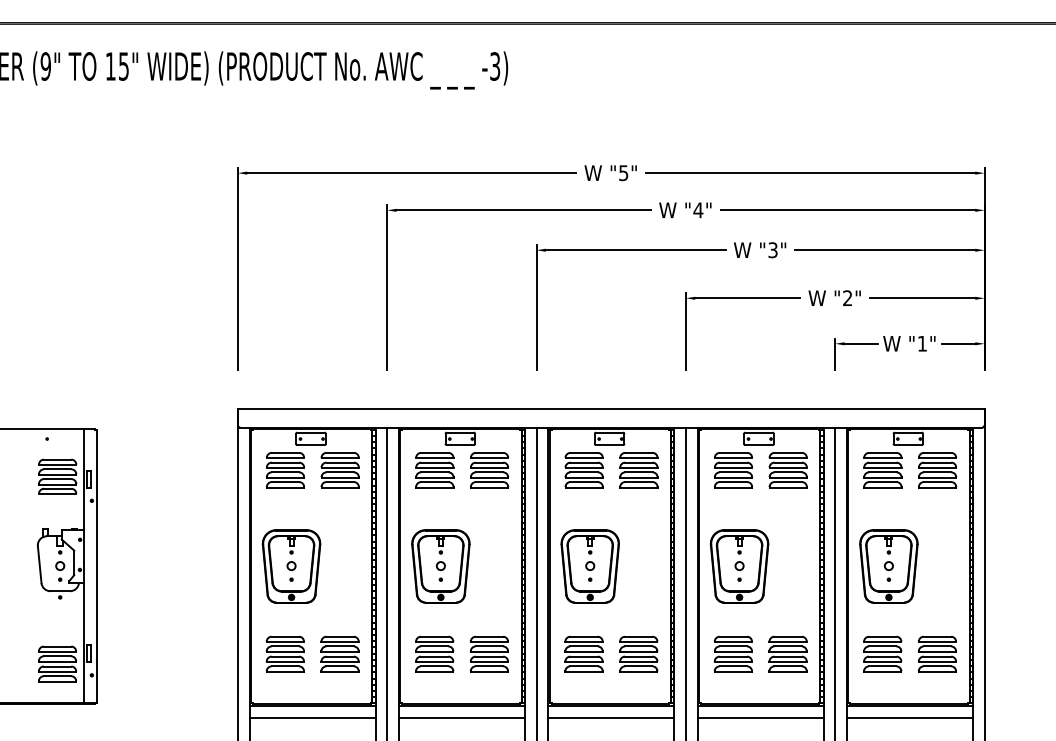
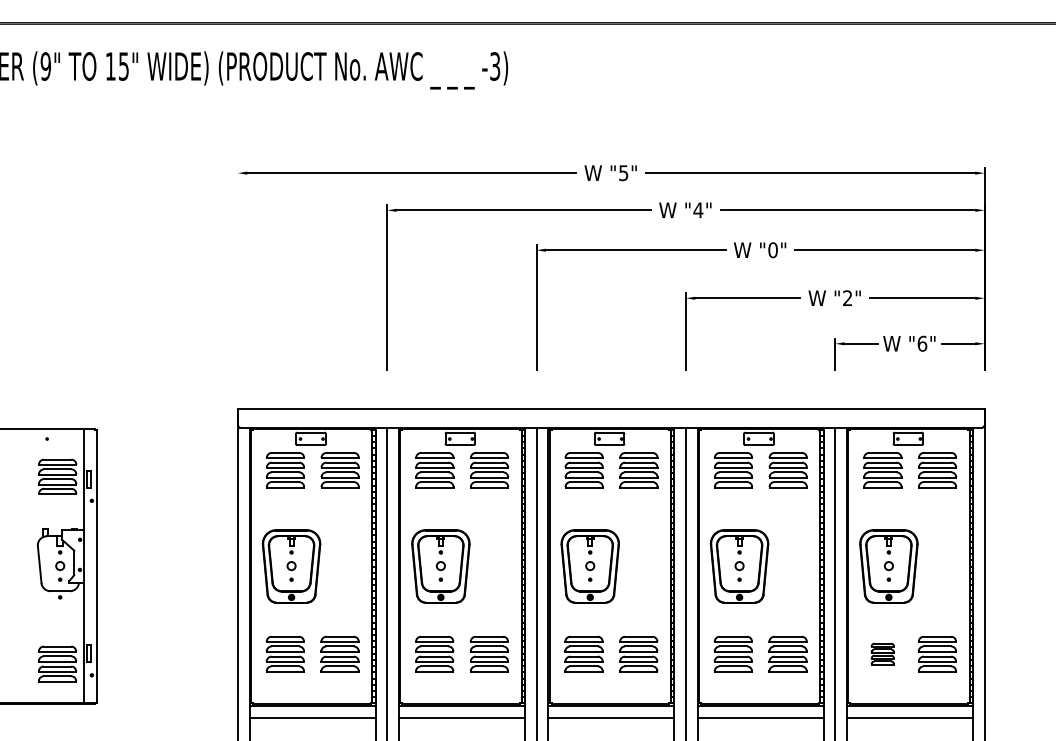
text at (772, 250): "3" -> "0"
line at (237, 268): present -> none
text at (922, 343): "1" -> "6"
part at (882, 653) size: 40x38 px -> 25x24 px
